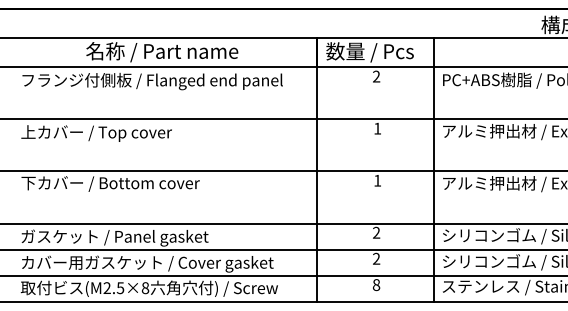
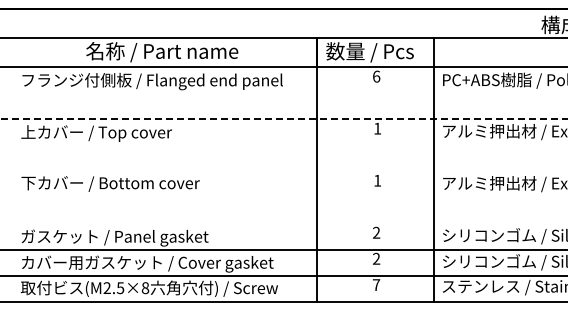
text at (376, 76): 2 -> 6
line at (283, 119): solid -> dashed
line at (283, 171): present -> none
line at (283, 223): present -> none
text at (376, 285): 8 -> 7
